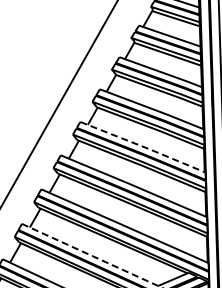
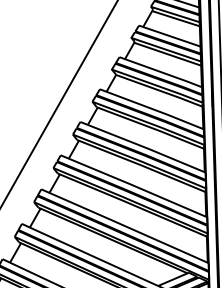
line at (143, 147): dashed -> solid
line at (92, 256): dashed -> solid
